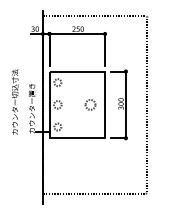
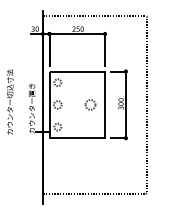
text at (14, 101) position: (14, 101) -> (9, 101)
